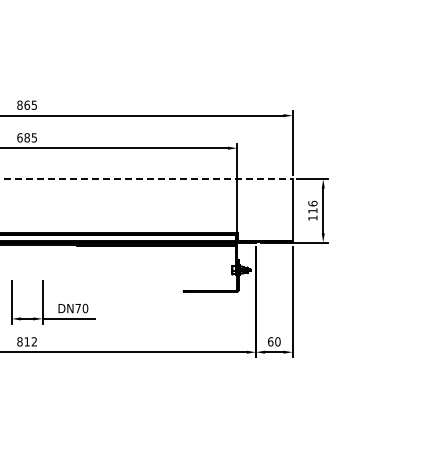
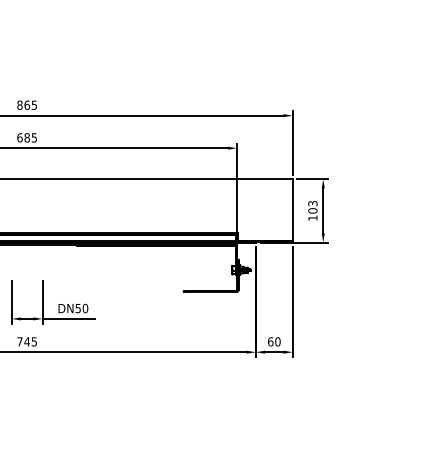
line at (147, 179): dashed -> solid
text at (312, 206): 116 -> 103
text at (77, 308): DN70 -> DN50
text at (26, 341): 812 -> 745
